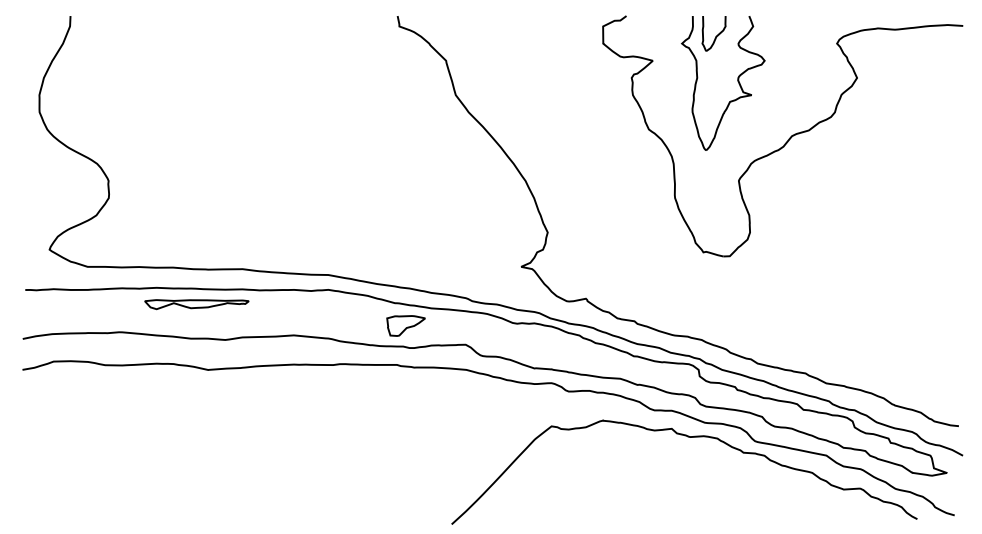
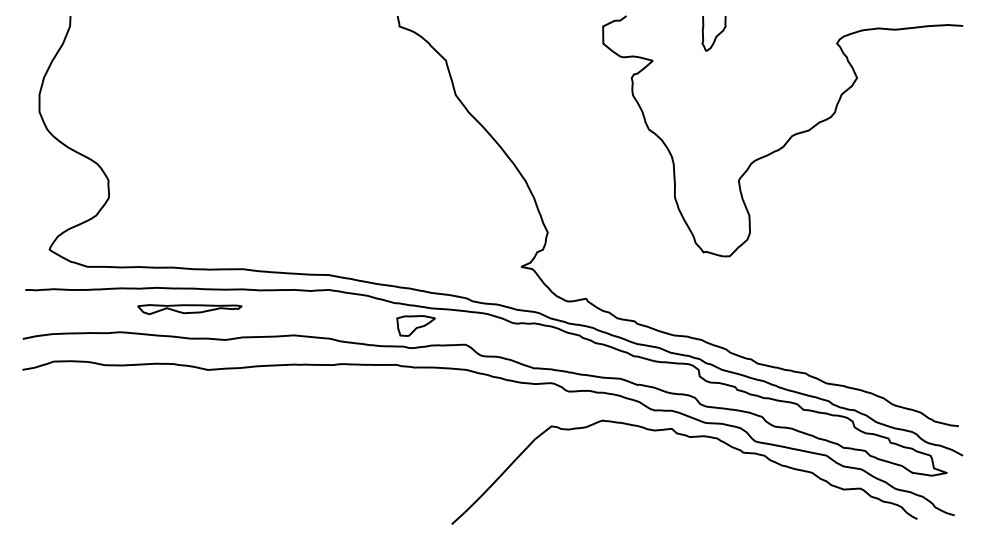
part at (737, 81): present -> none
part at (196, 304) position: (196, 304) -> (189, 309)
part at (405, 325) position: (405, 325) -> (415, 325)
